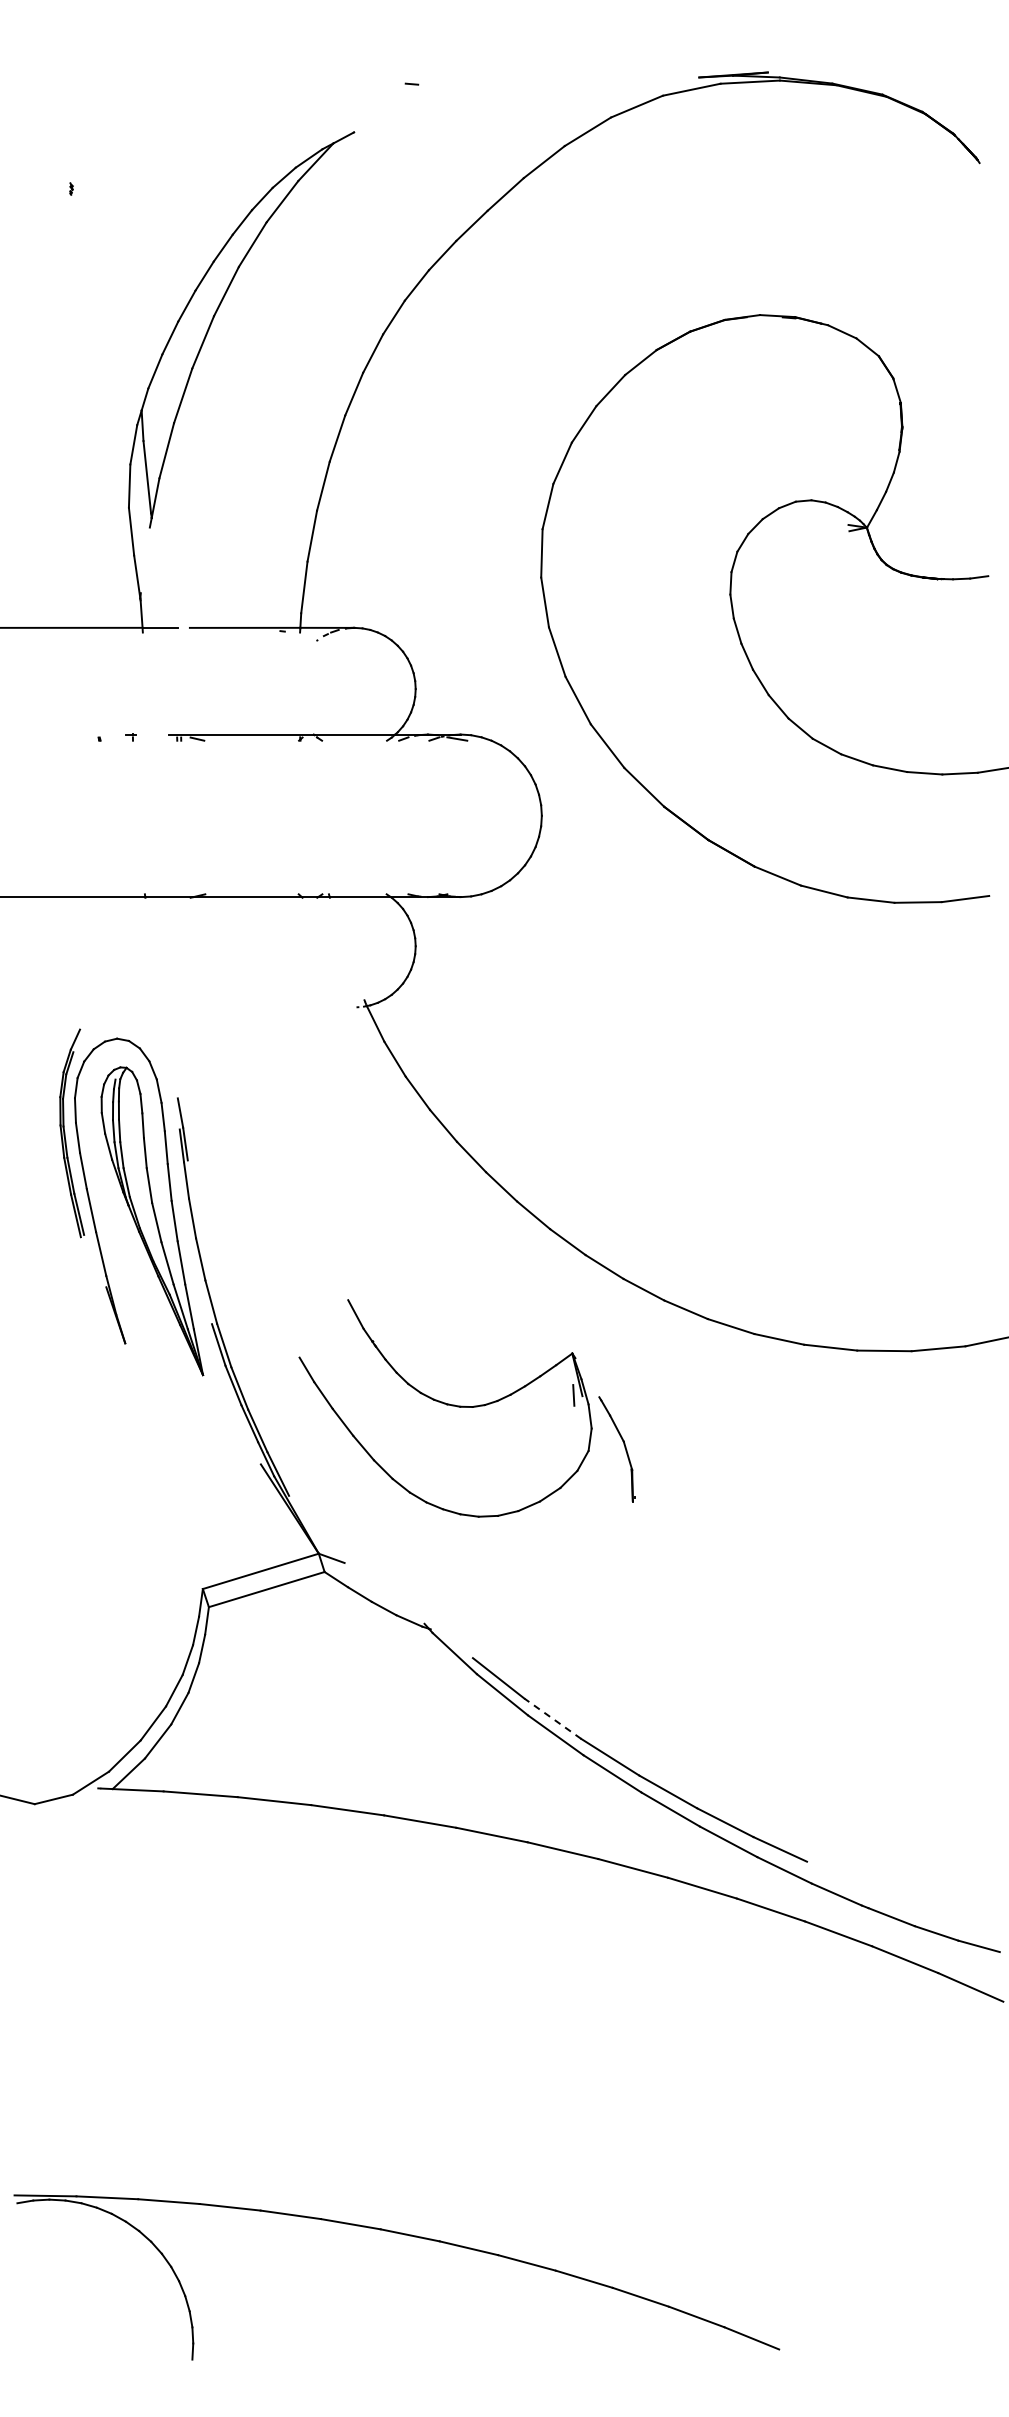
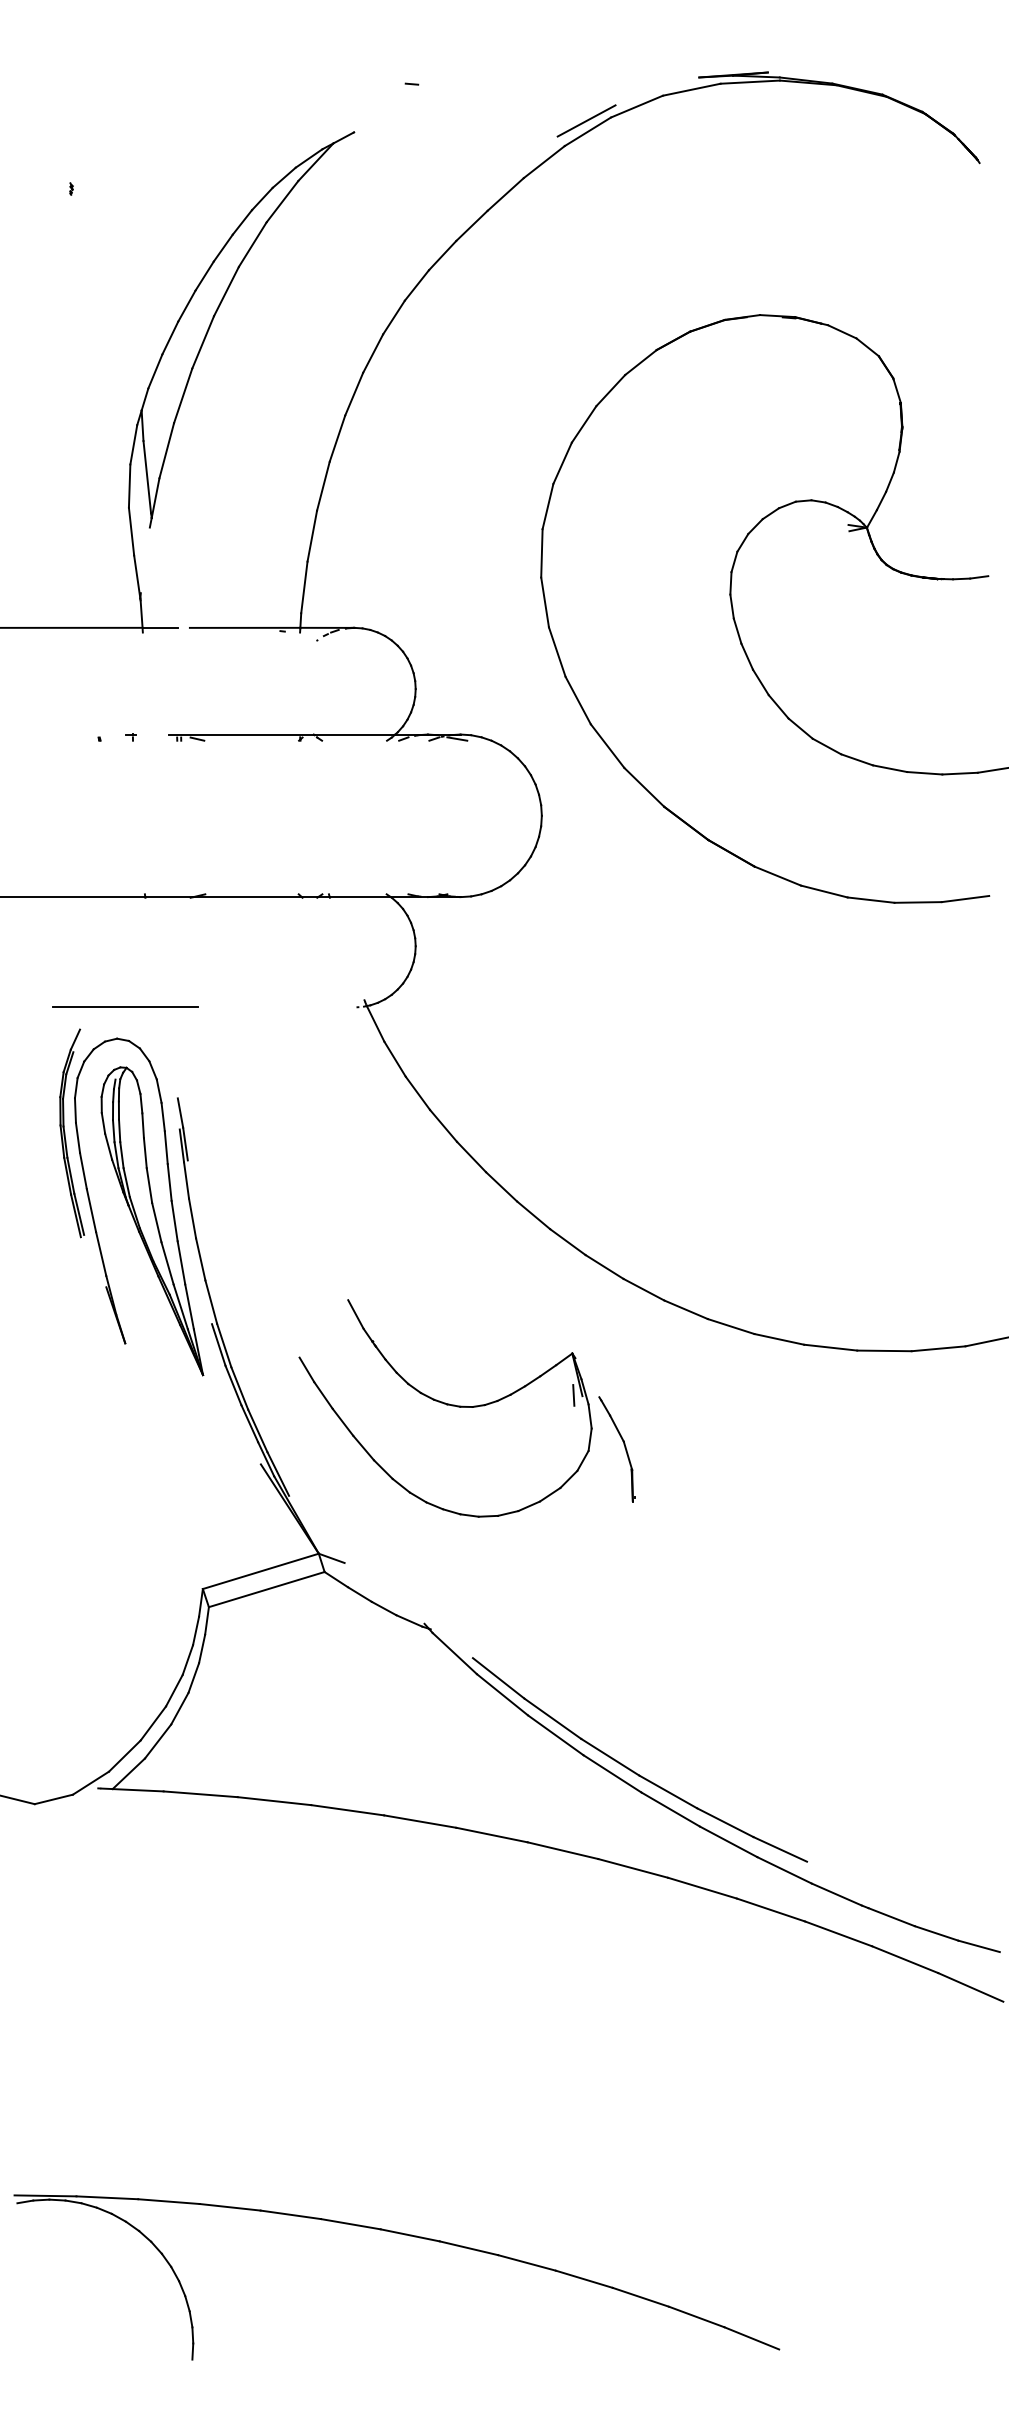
line at (586, 120): none -> present
line at (124, 1007): none -> present
line at (552, 1718): dashed -> solid
